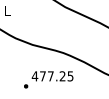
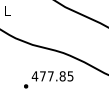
text at (62, 76): 477.25 -> 477.85
